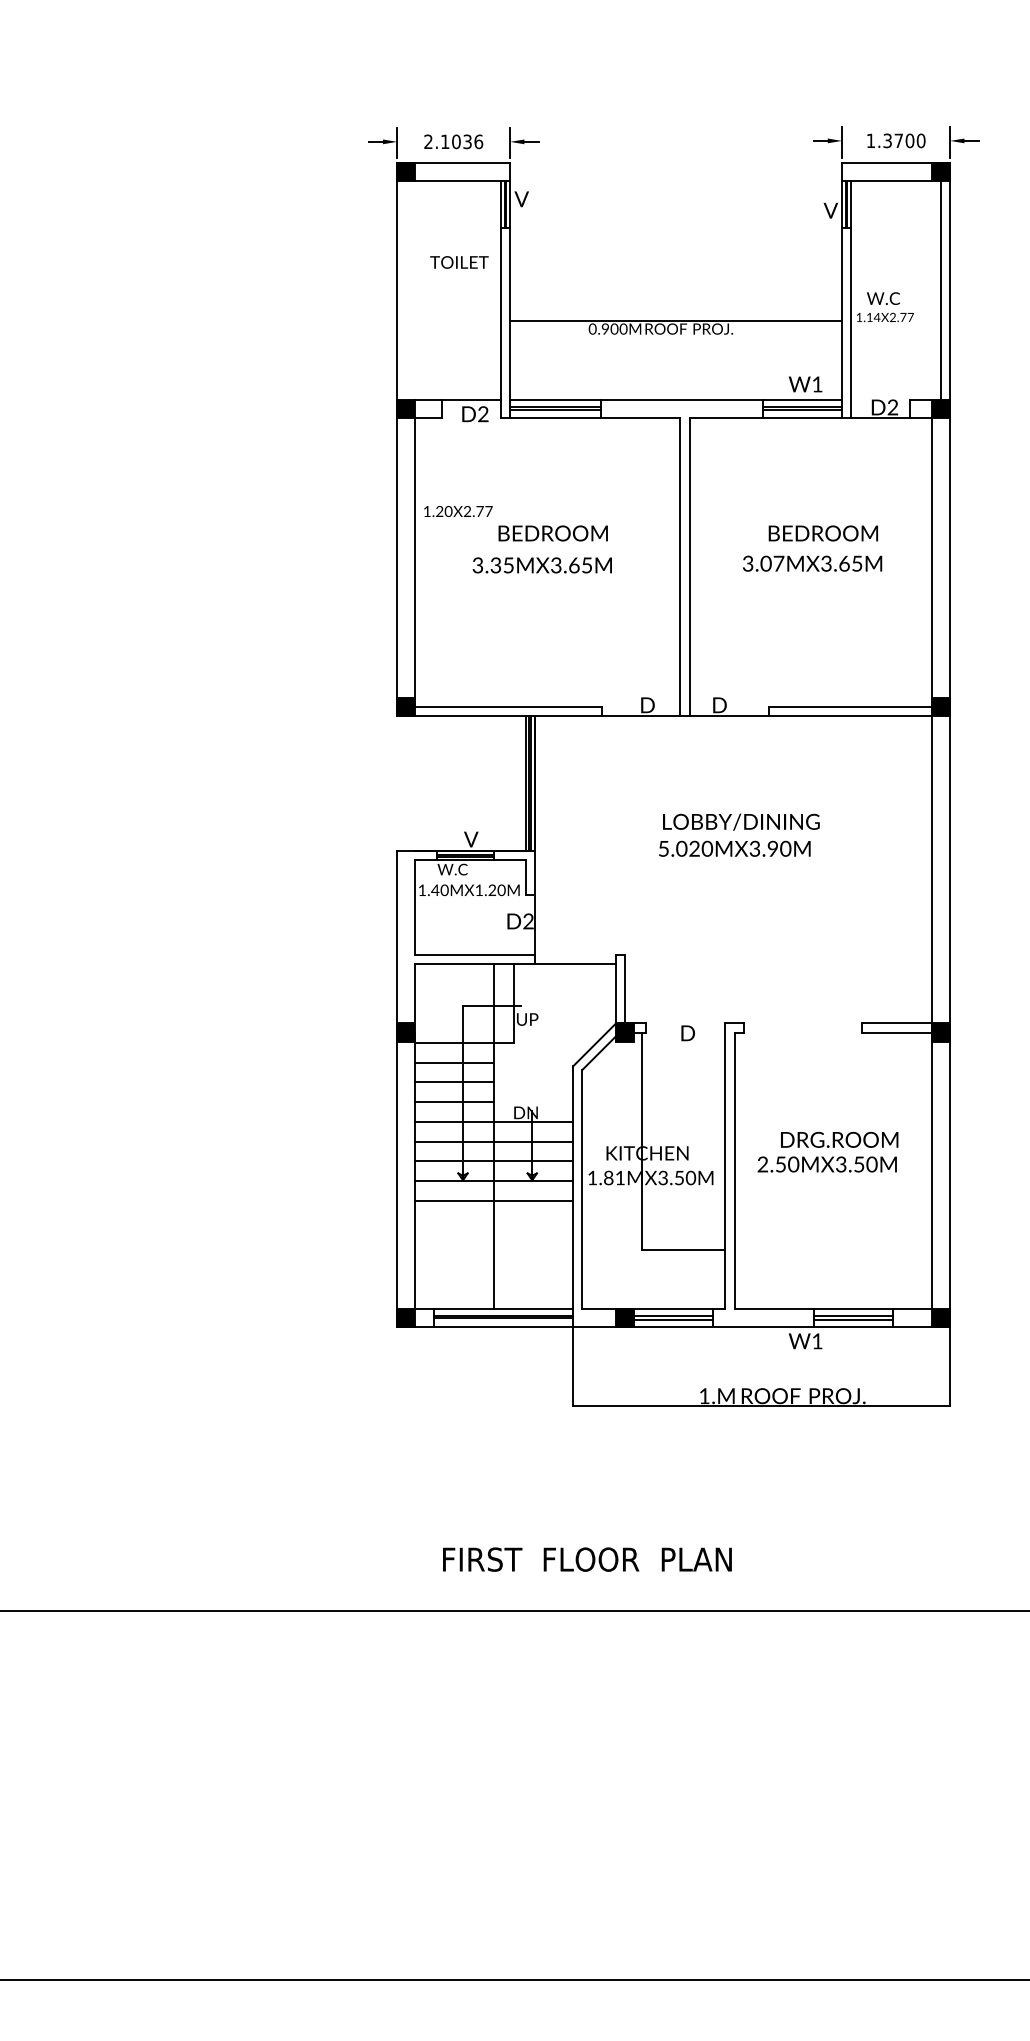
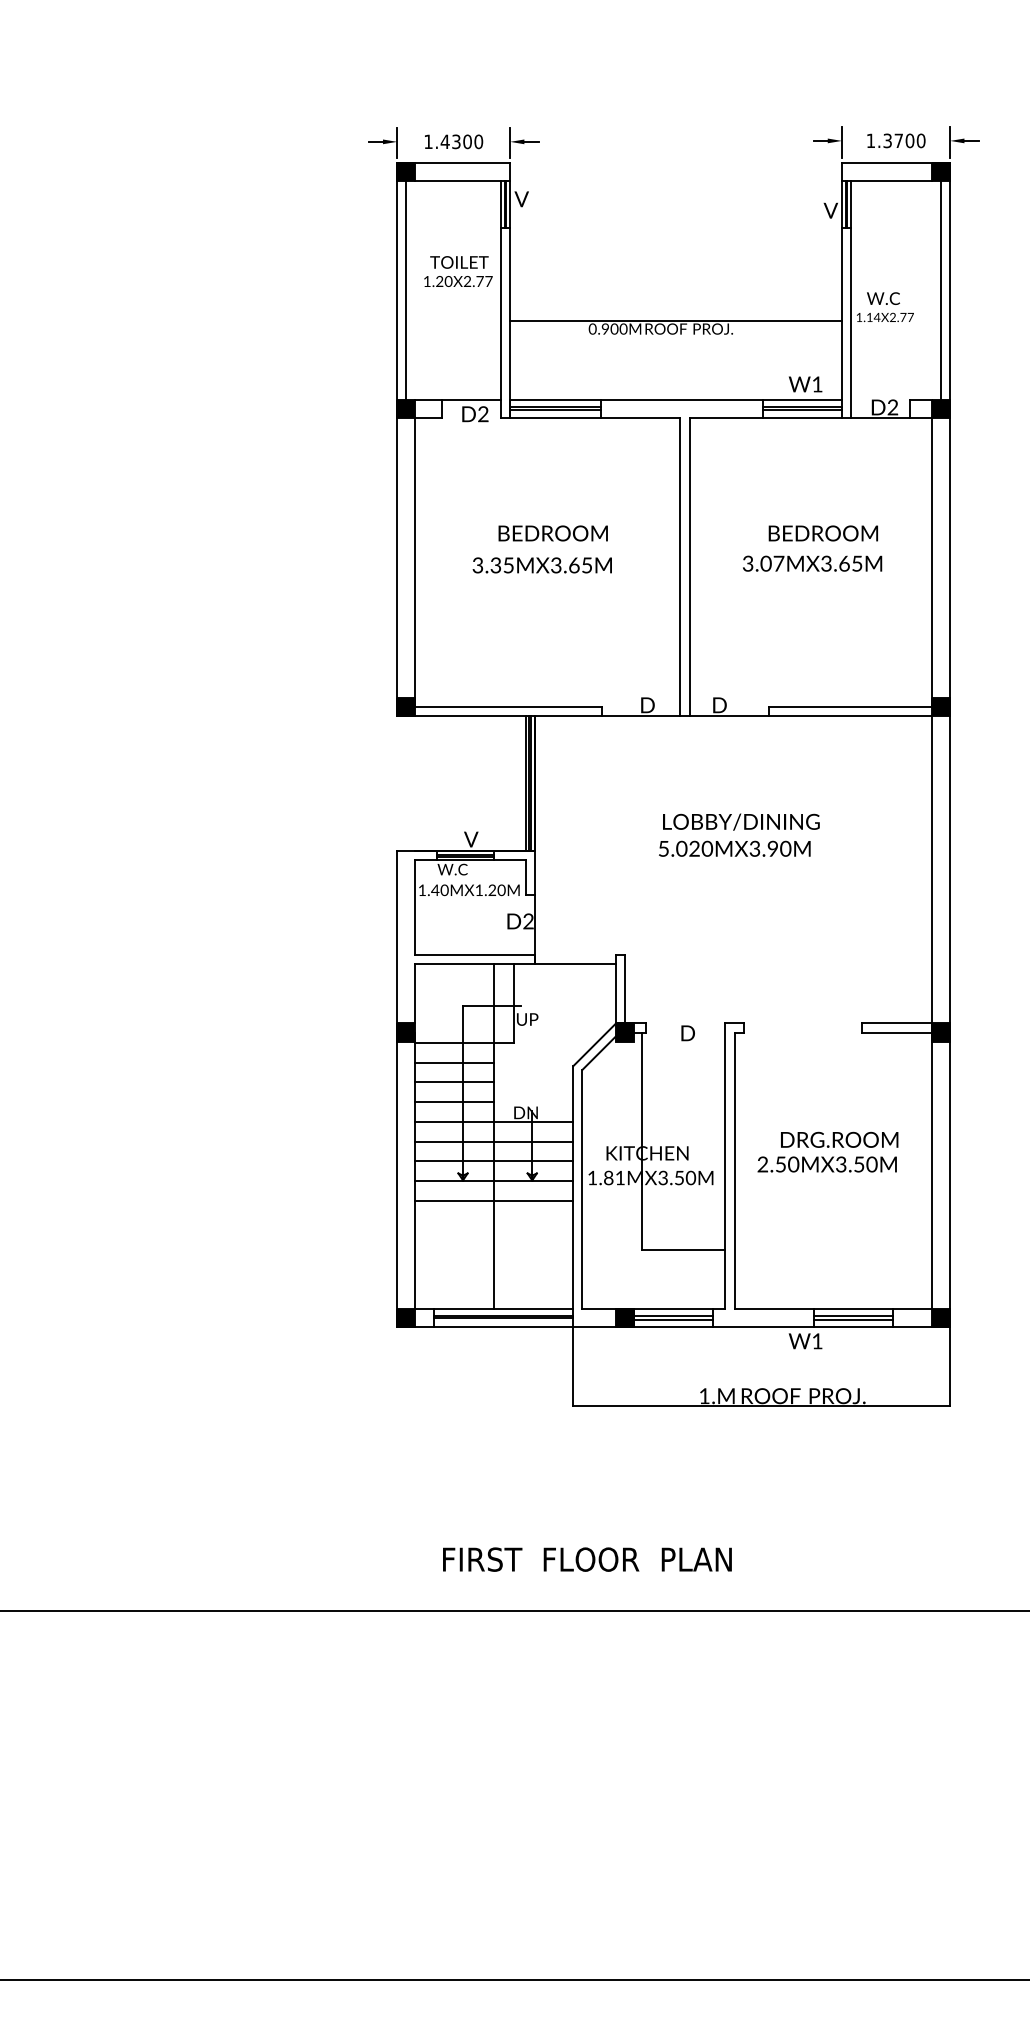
text at (453, 141): 2.1036 -> 1.4300
line at (406, 289): none -> present
text at (458, 511) position: (458, 511) -> (458, 281)
